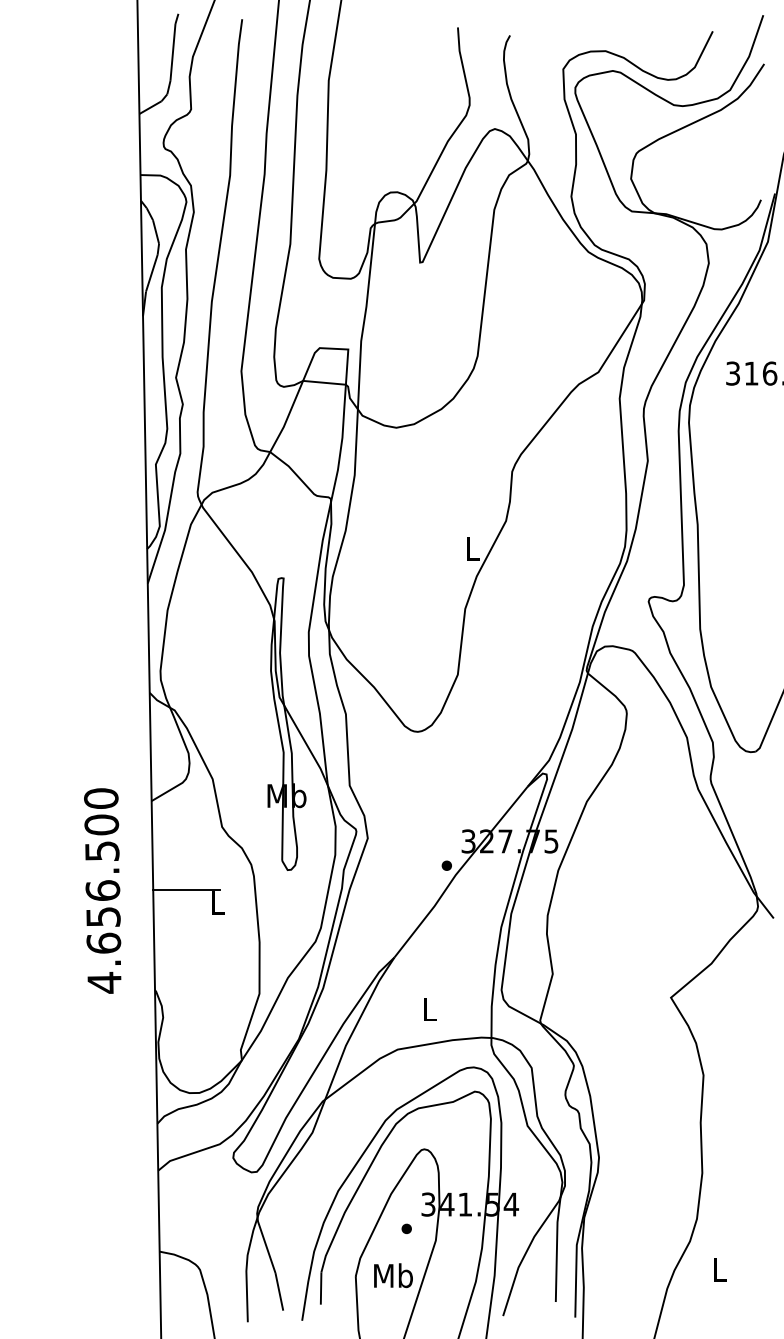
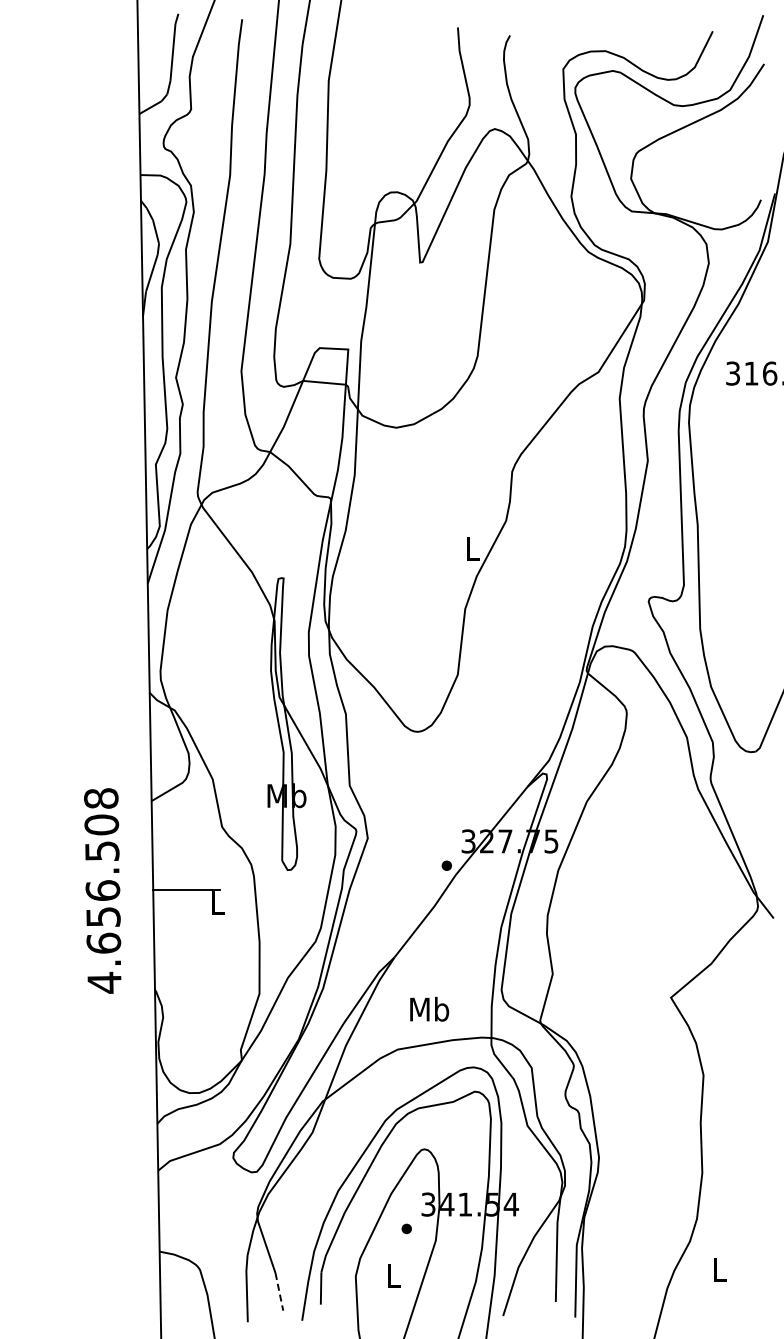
text at (101, 798): 4.656.500 -> 4.656.508
text at (429, 1008): L -> Mb
text at (393, 1275): Mb -> L
line at (279, 1292): solid -> dashed
